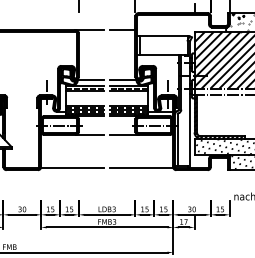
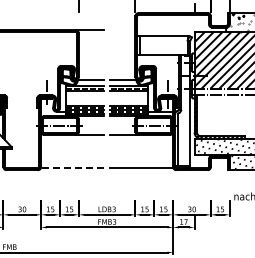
line at (122, 30): present -> none
line at (72, 167): solid -> dashed
